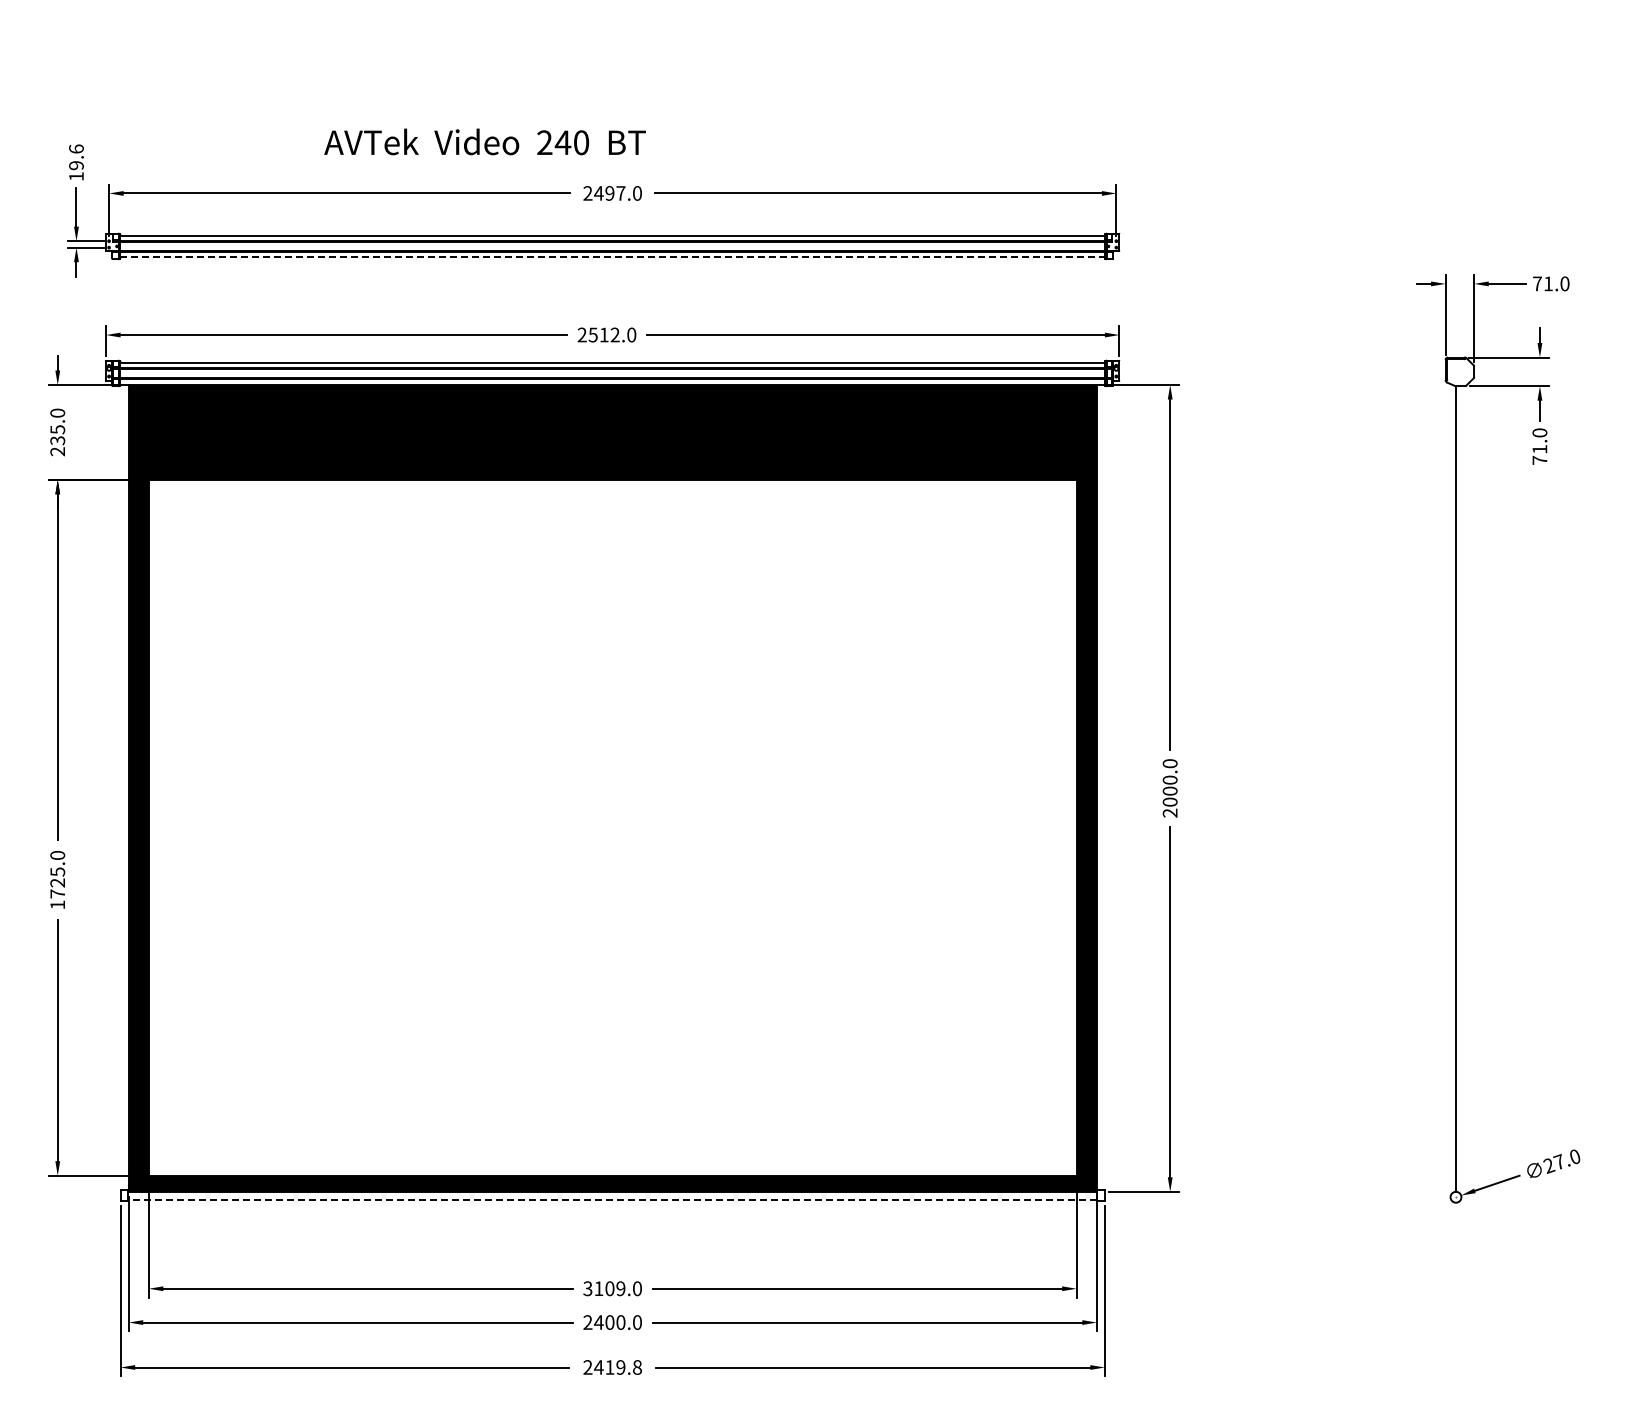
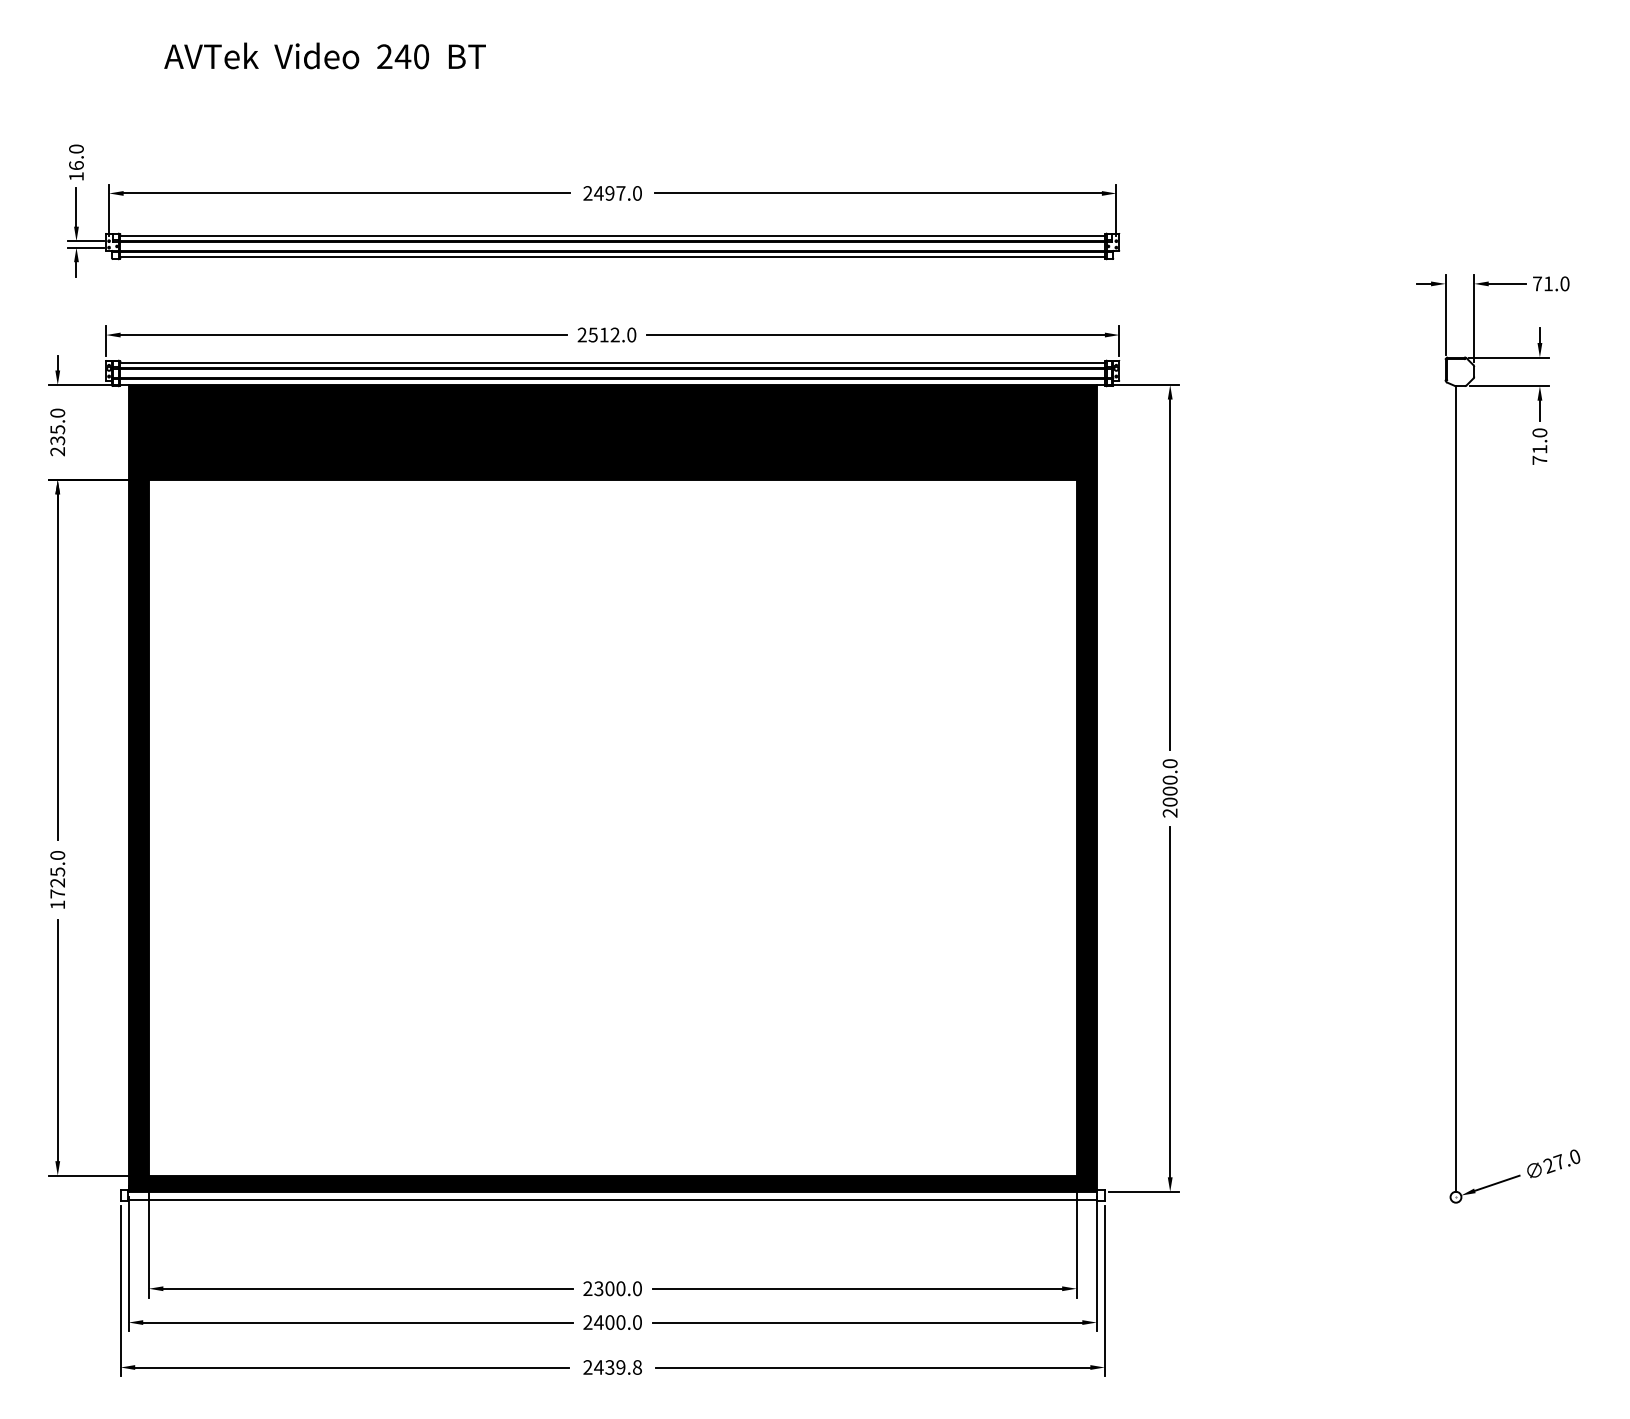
text at (484, 141) position: (484, 141) -> (324, 55)
text at (76, 157): 19.6 -> 16.0
line at (612, 257): dashed -> solid
line at (612, 1199): dashed -> solid
text at (604, 1288): 3109.0 -> 2300.0
text at (609, 1367): 2419.8 -> 2439.8
